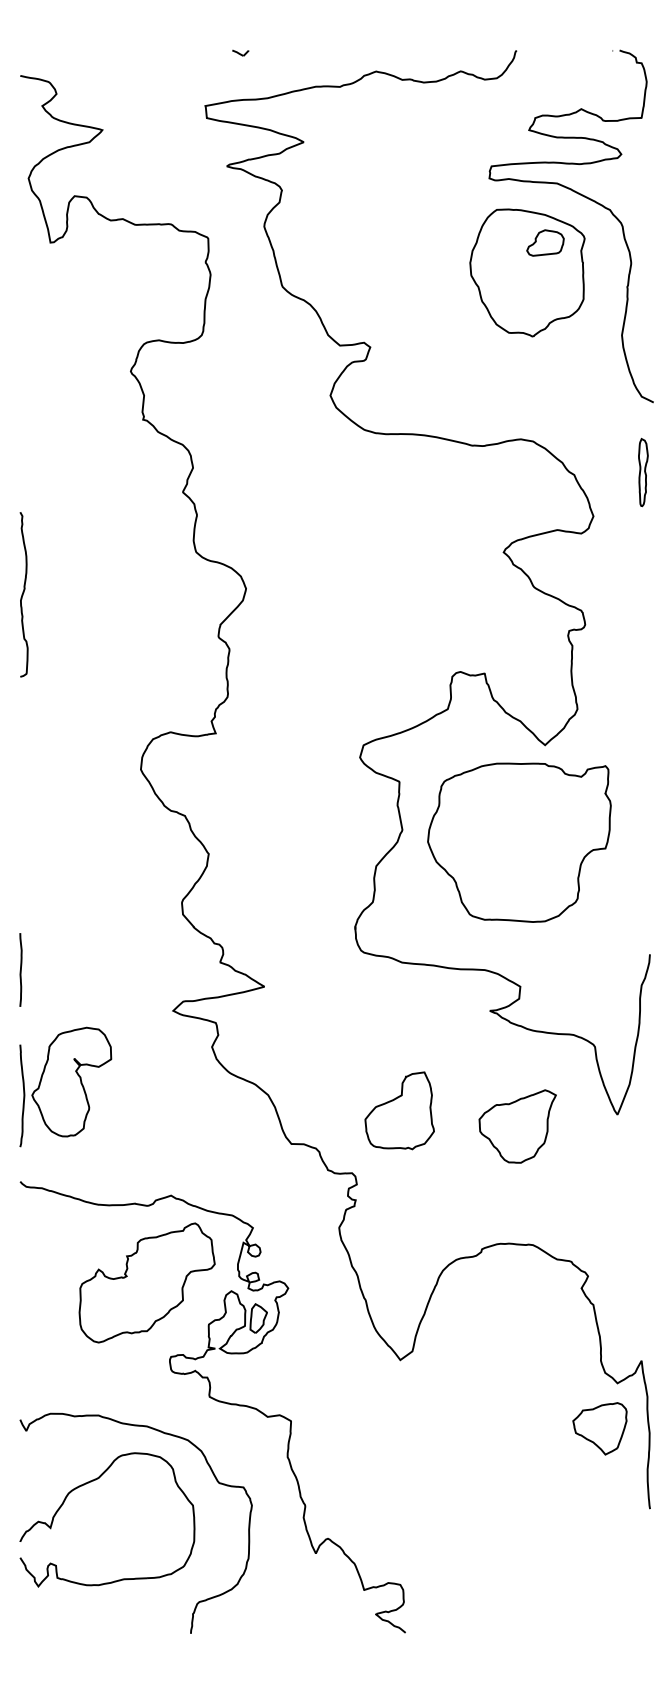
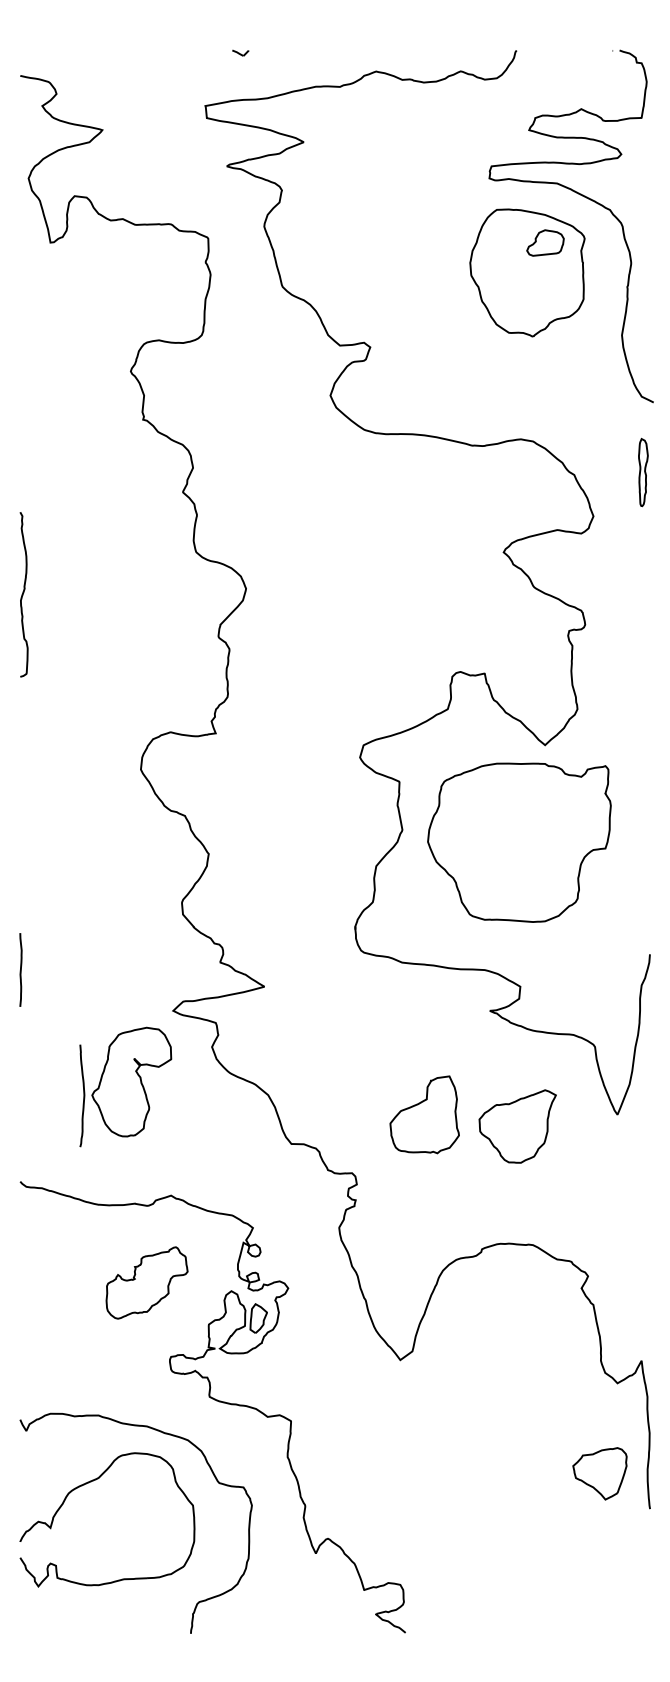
part at (65, 1086) position: (65, 1086) -> (125, 1086)
part at (399, 1110) position: (399, 1110) -> (424, 1114)
part at (146, 1282) size: 138x122 px -> 84x74 px
part at (599, 1428) position: (599, 1428) -> (599, 1473)
